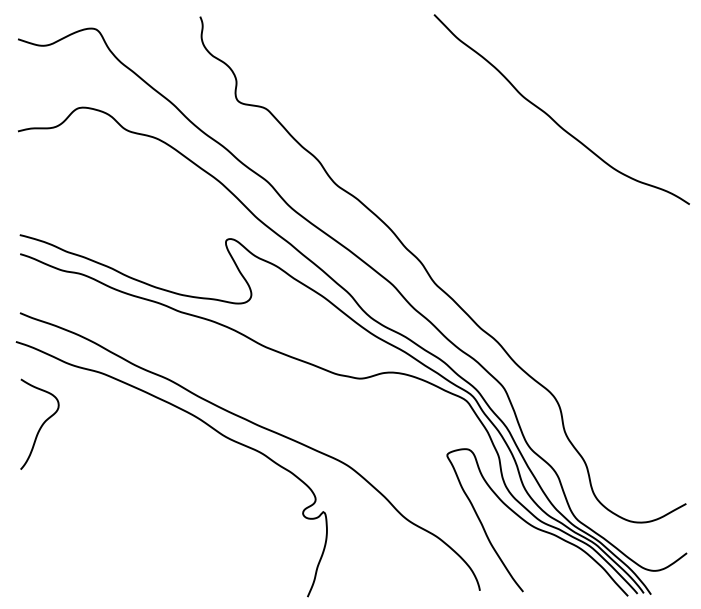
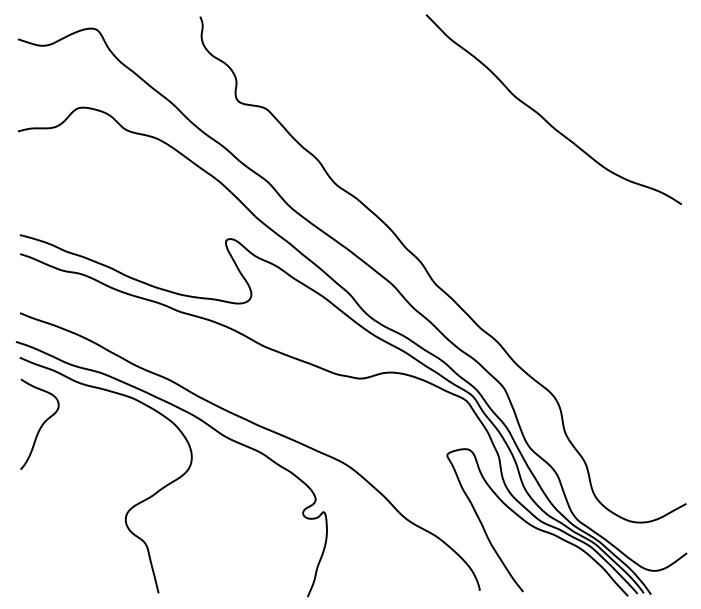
curve at (553, 118) position: (553, 118) -> (545, 118)
curve at (130, 507): none -> present
